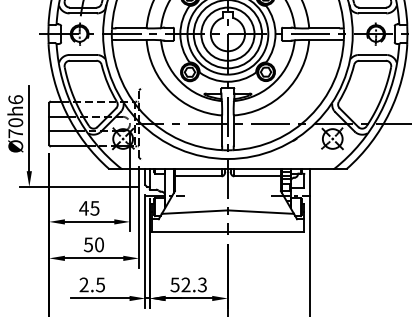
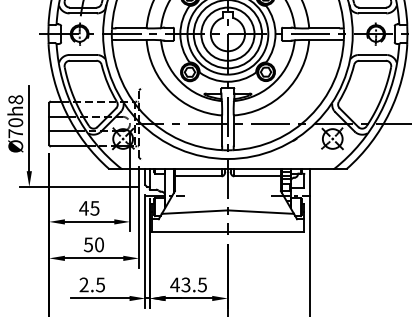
text at (15, 99): Ø70h6 -> Ø70h8
text at (188, 284): 52.3 -> 43.5
